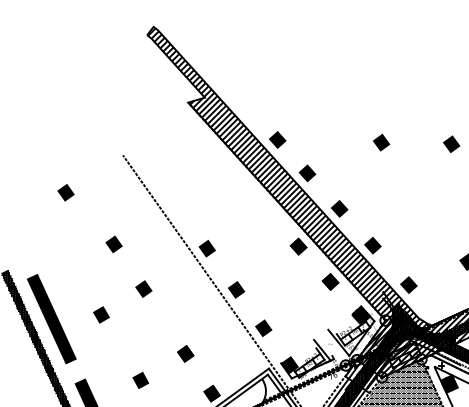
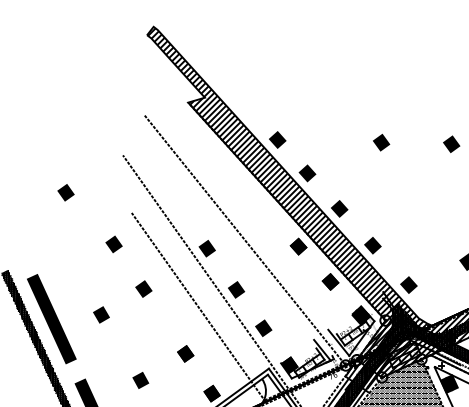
line at (244, 239): none -> present
line at (198, 306): none -> present
